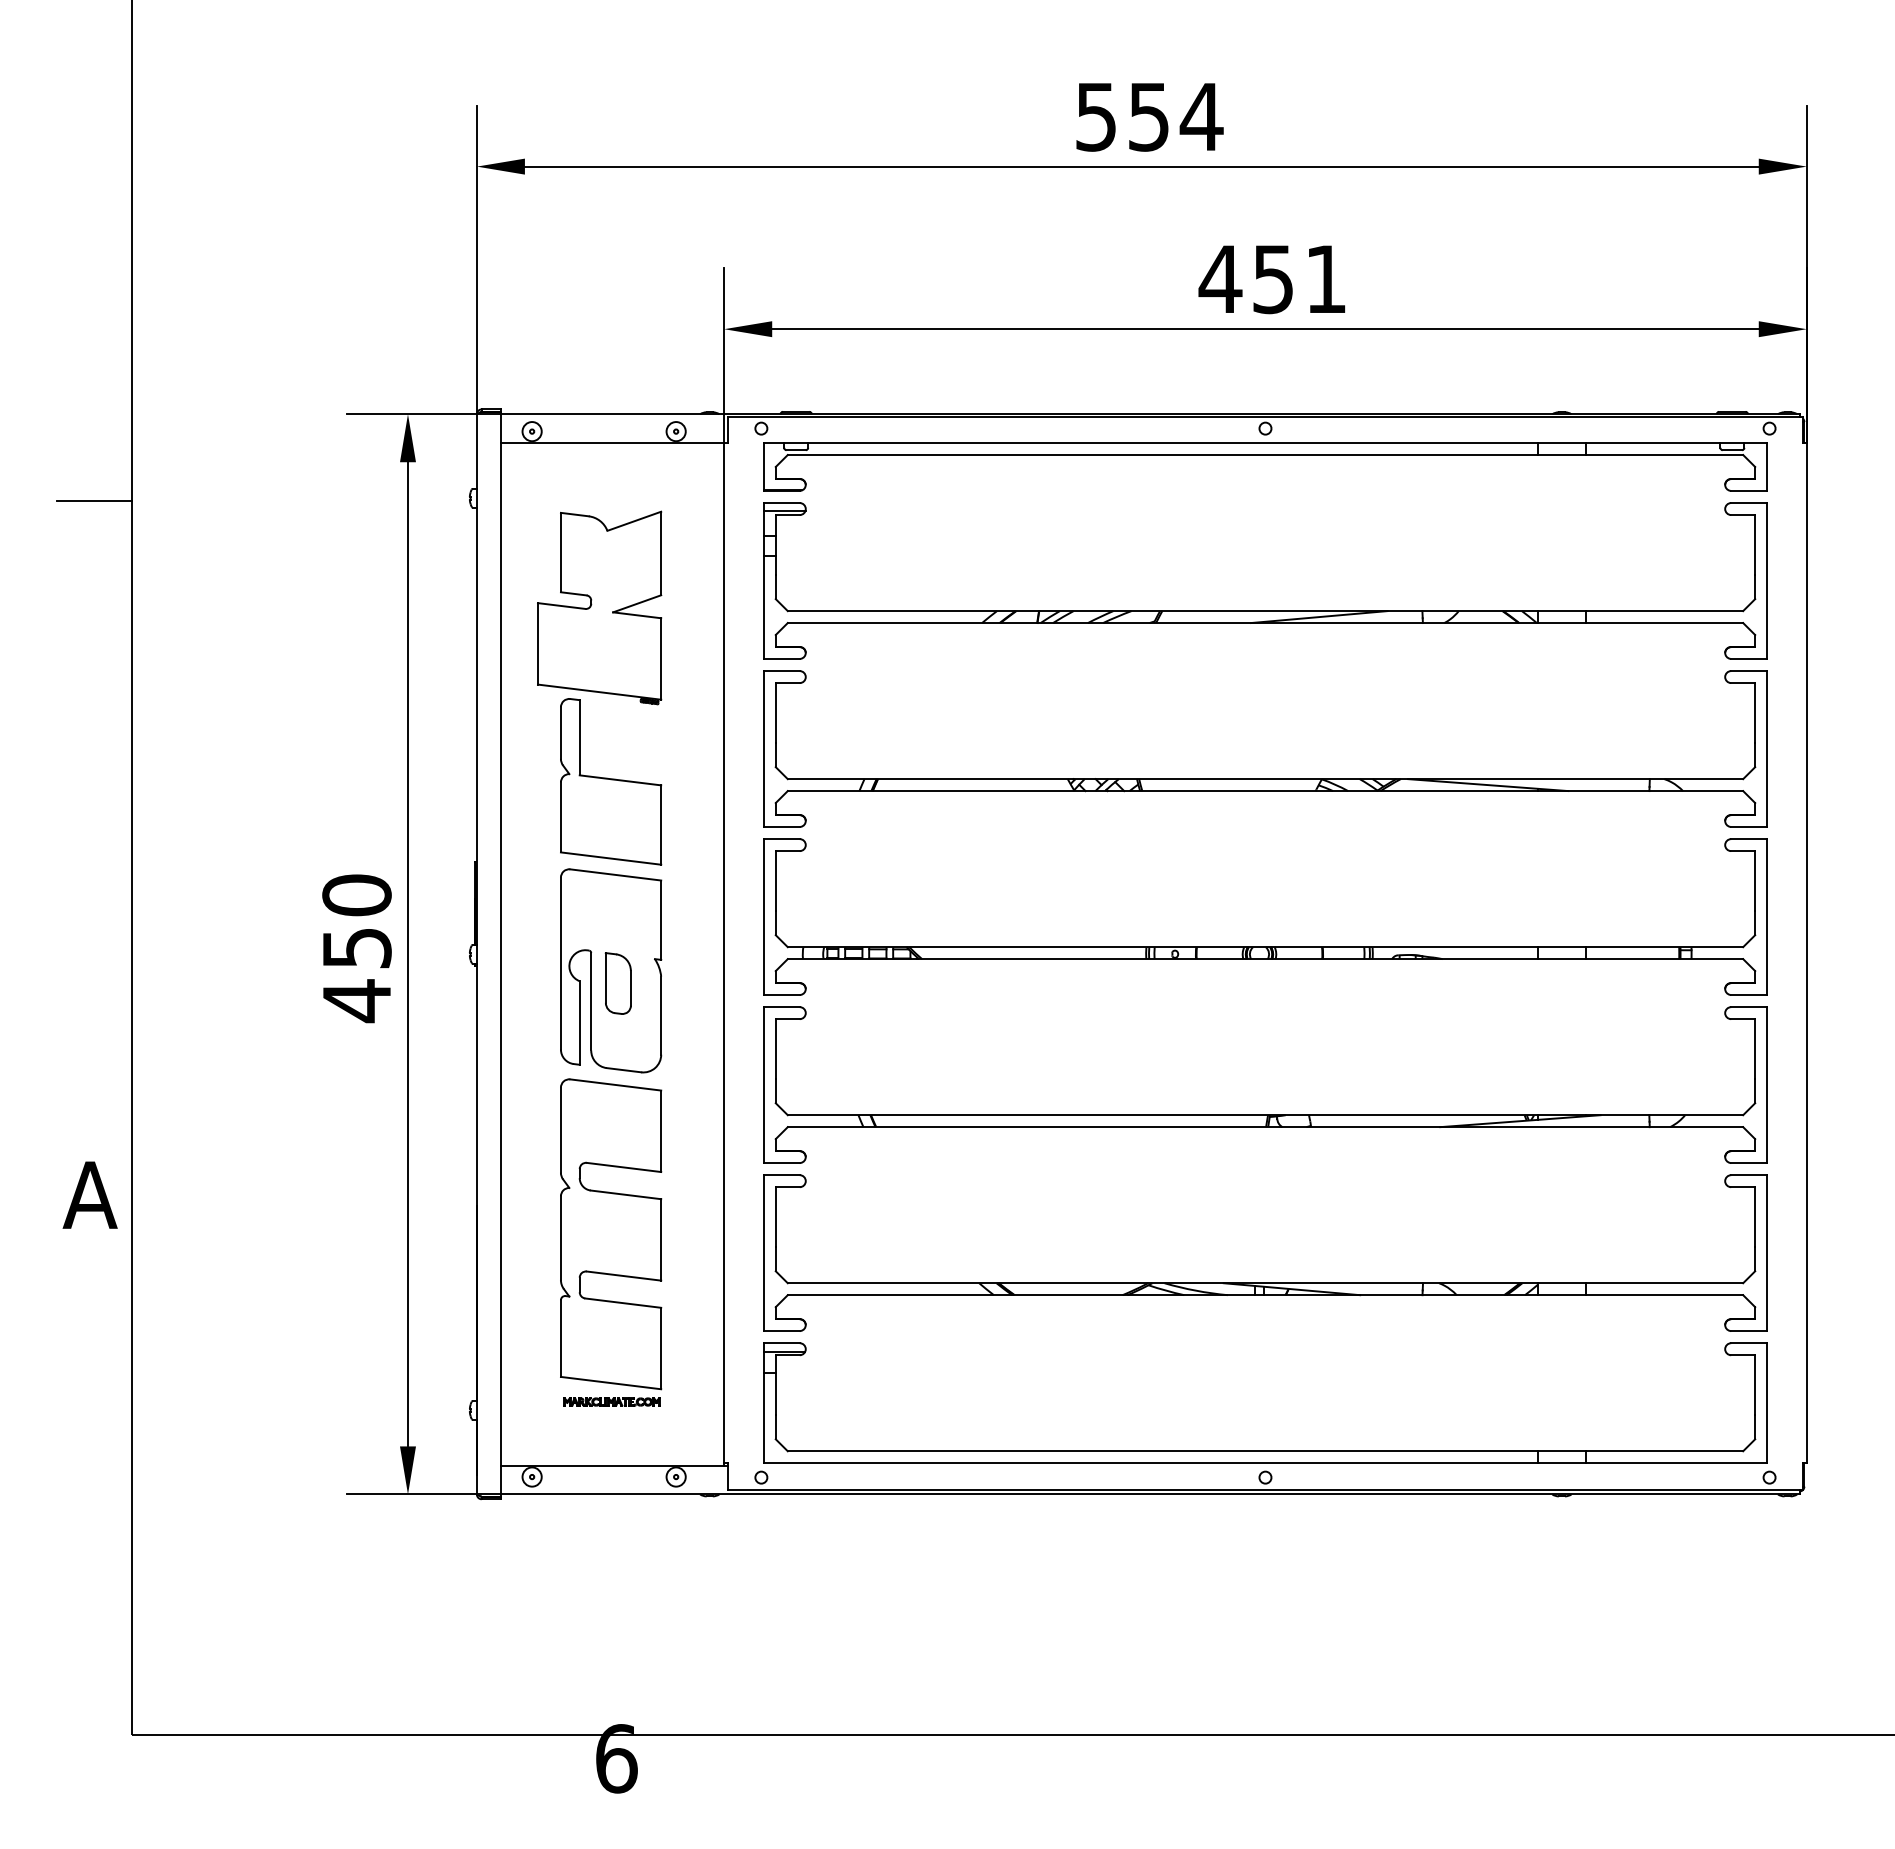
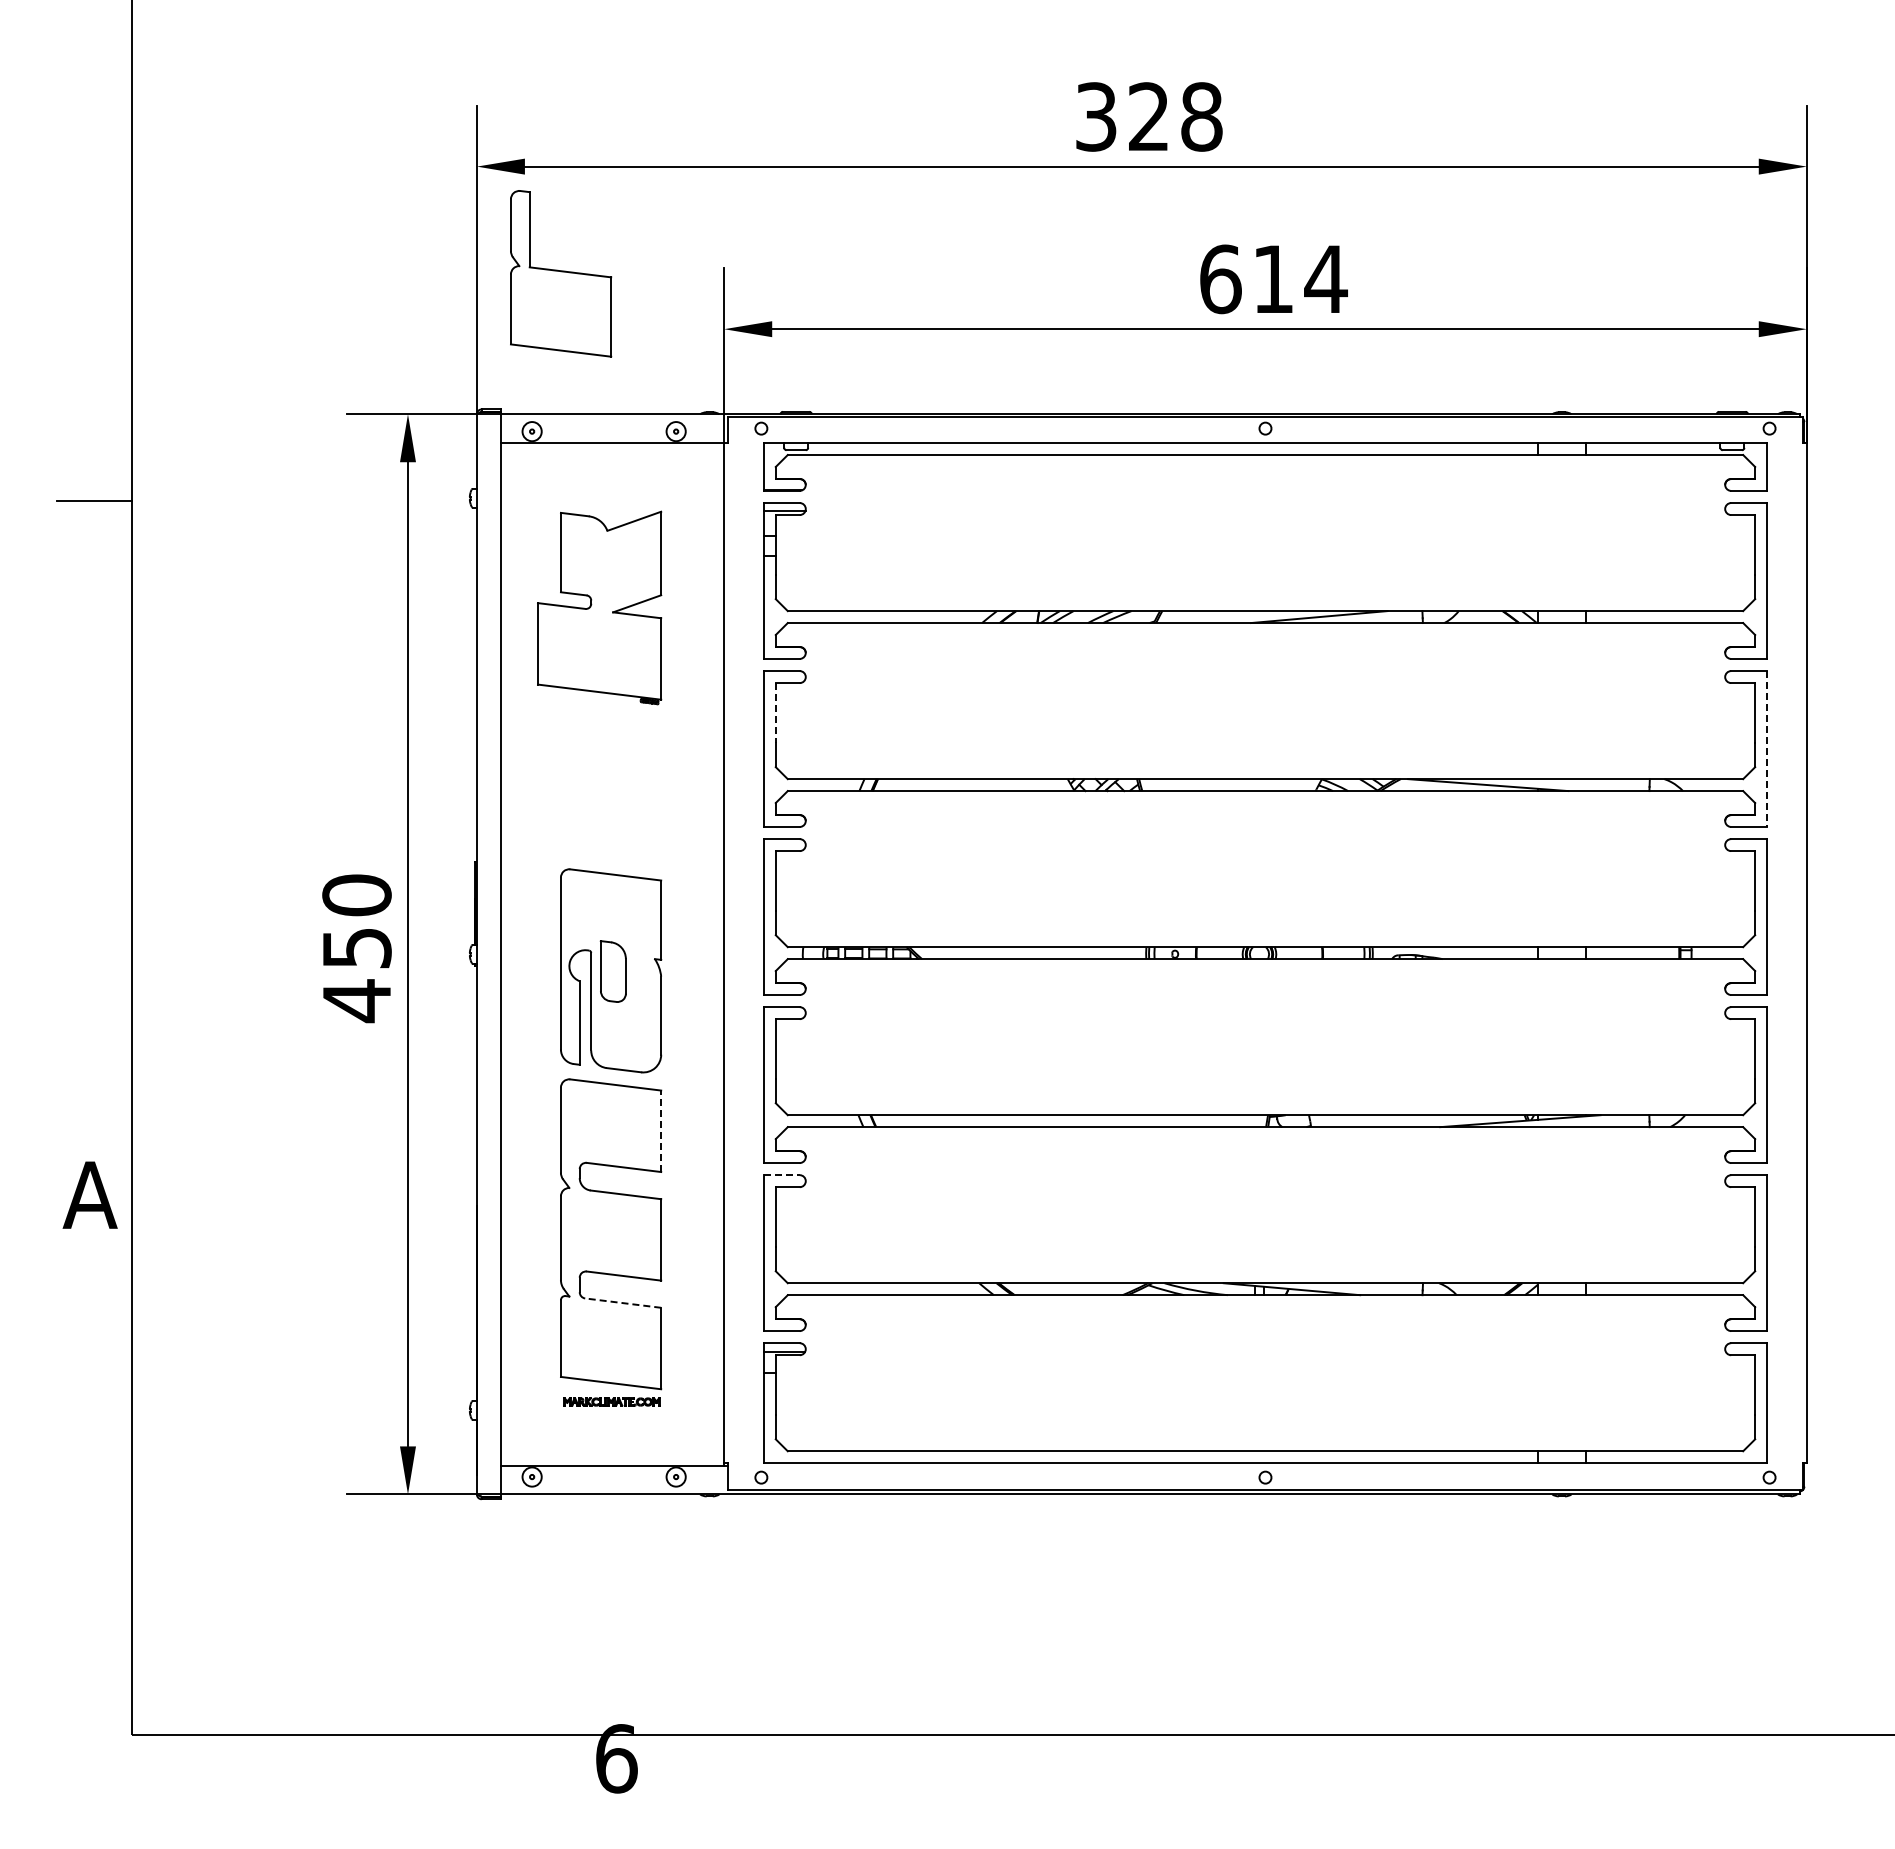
text at (1149, 116): 554 -> 328
text at (1272, 279): 451 -> 614
line at (775, 713): solid -> dashed
line at (1767, 749): solid -> dashed
part at (611, 781) position: (611, 781) -> (561, 273)
part at (617, 983) position: (617, 983) -> (612, 971)
line at (661, 1131): solid -> dashed
line at (782, 1175): solid -> dashed
line at (622, 1303): solid -> dashed
